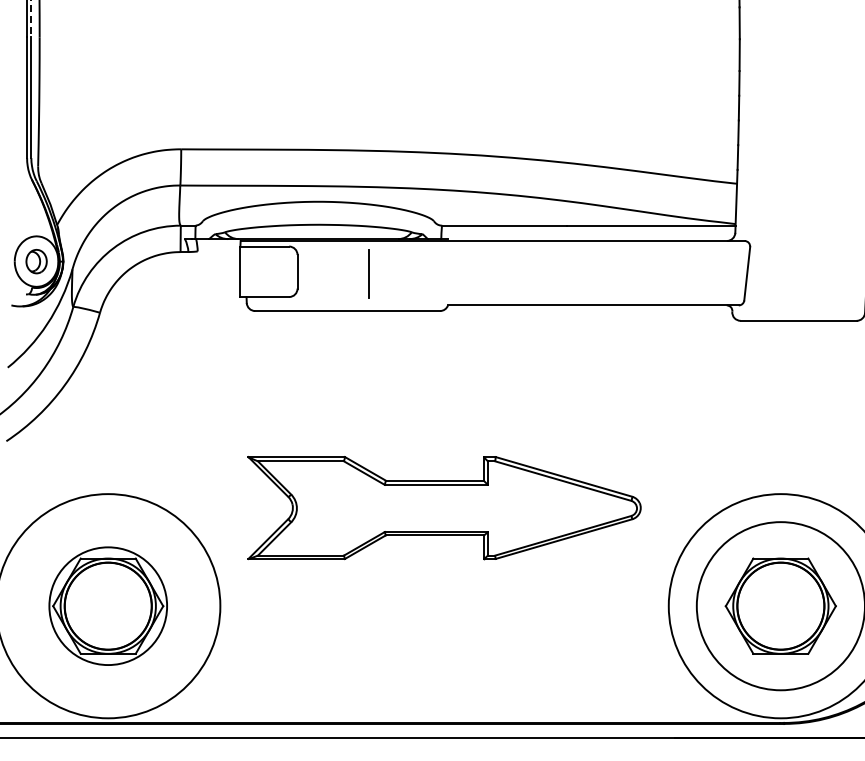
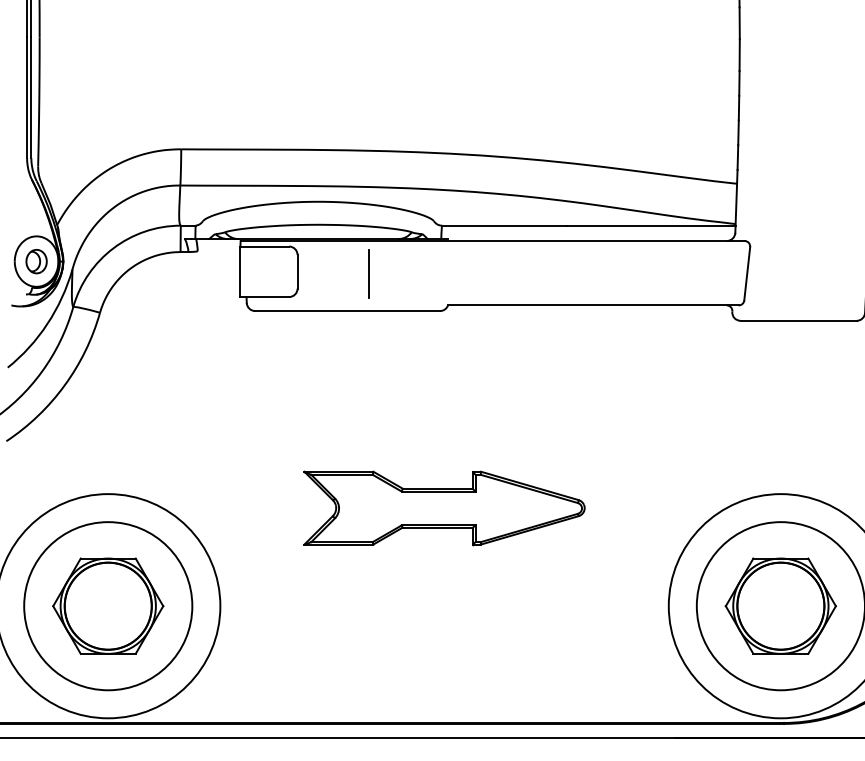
line at (31, 19): dashed -> solid
part at (444, 508) size: 395x105 px -> 283x77 px
circle at (108, 606) diameter: 118 px -> 168 px
